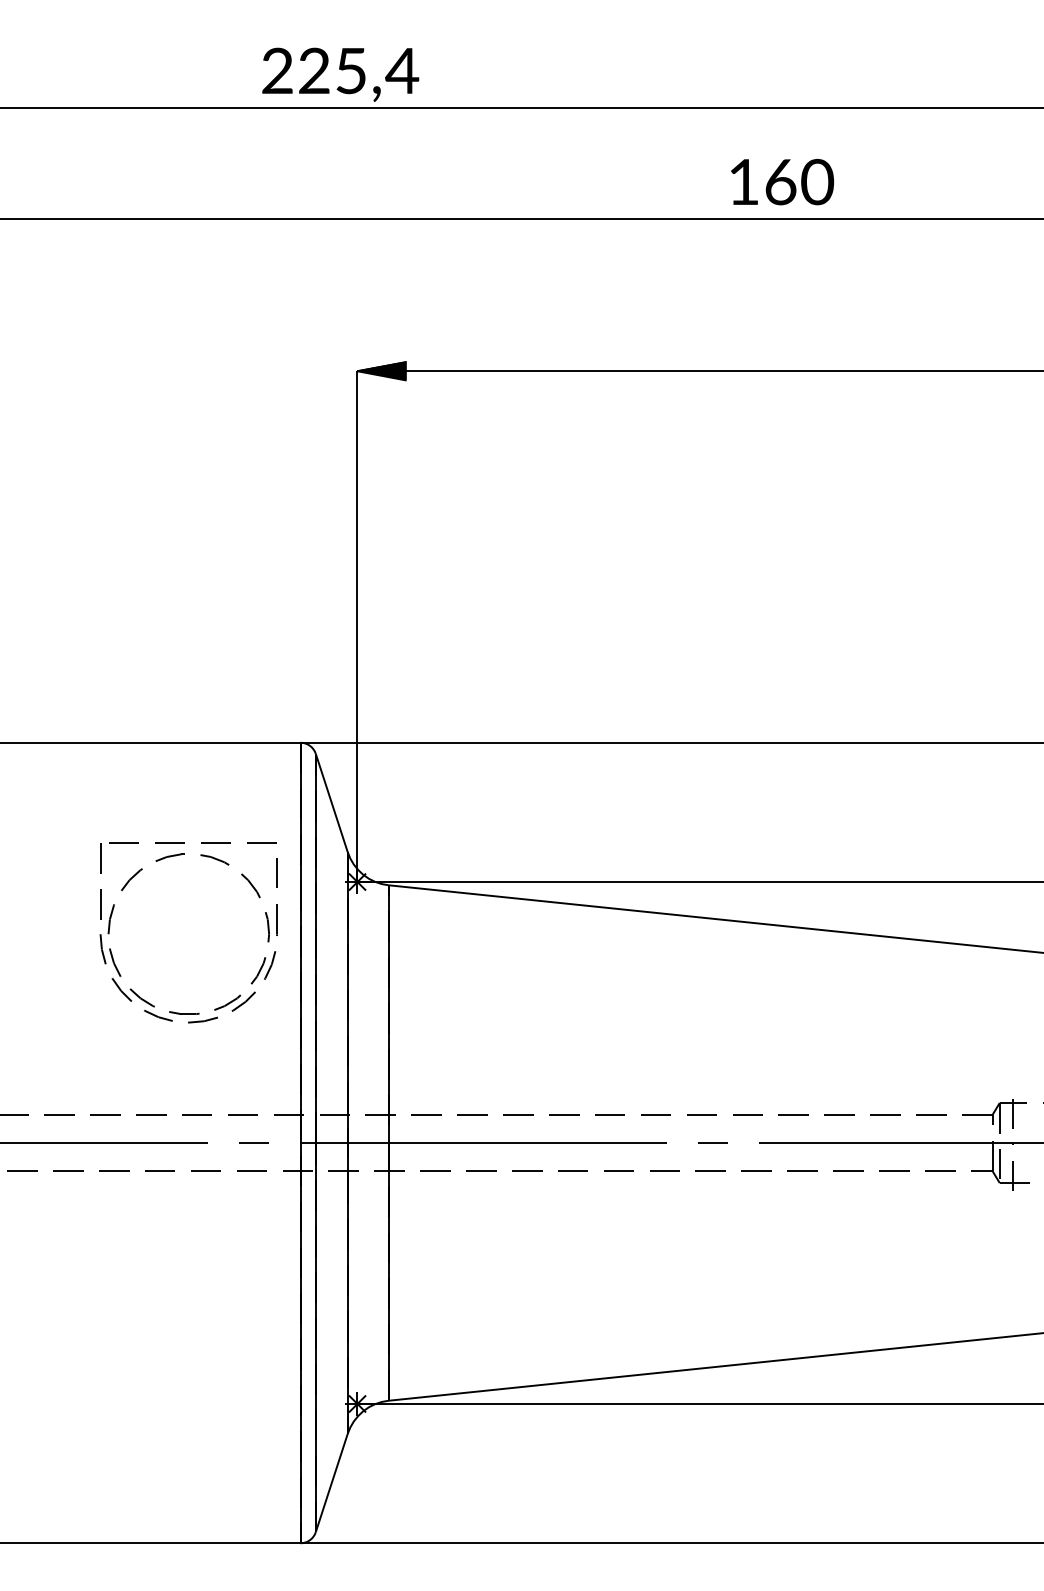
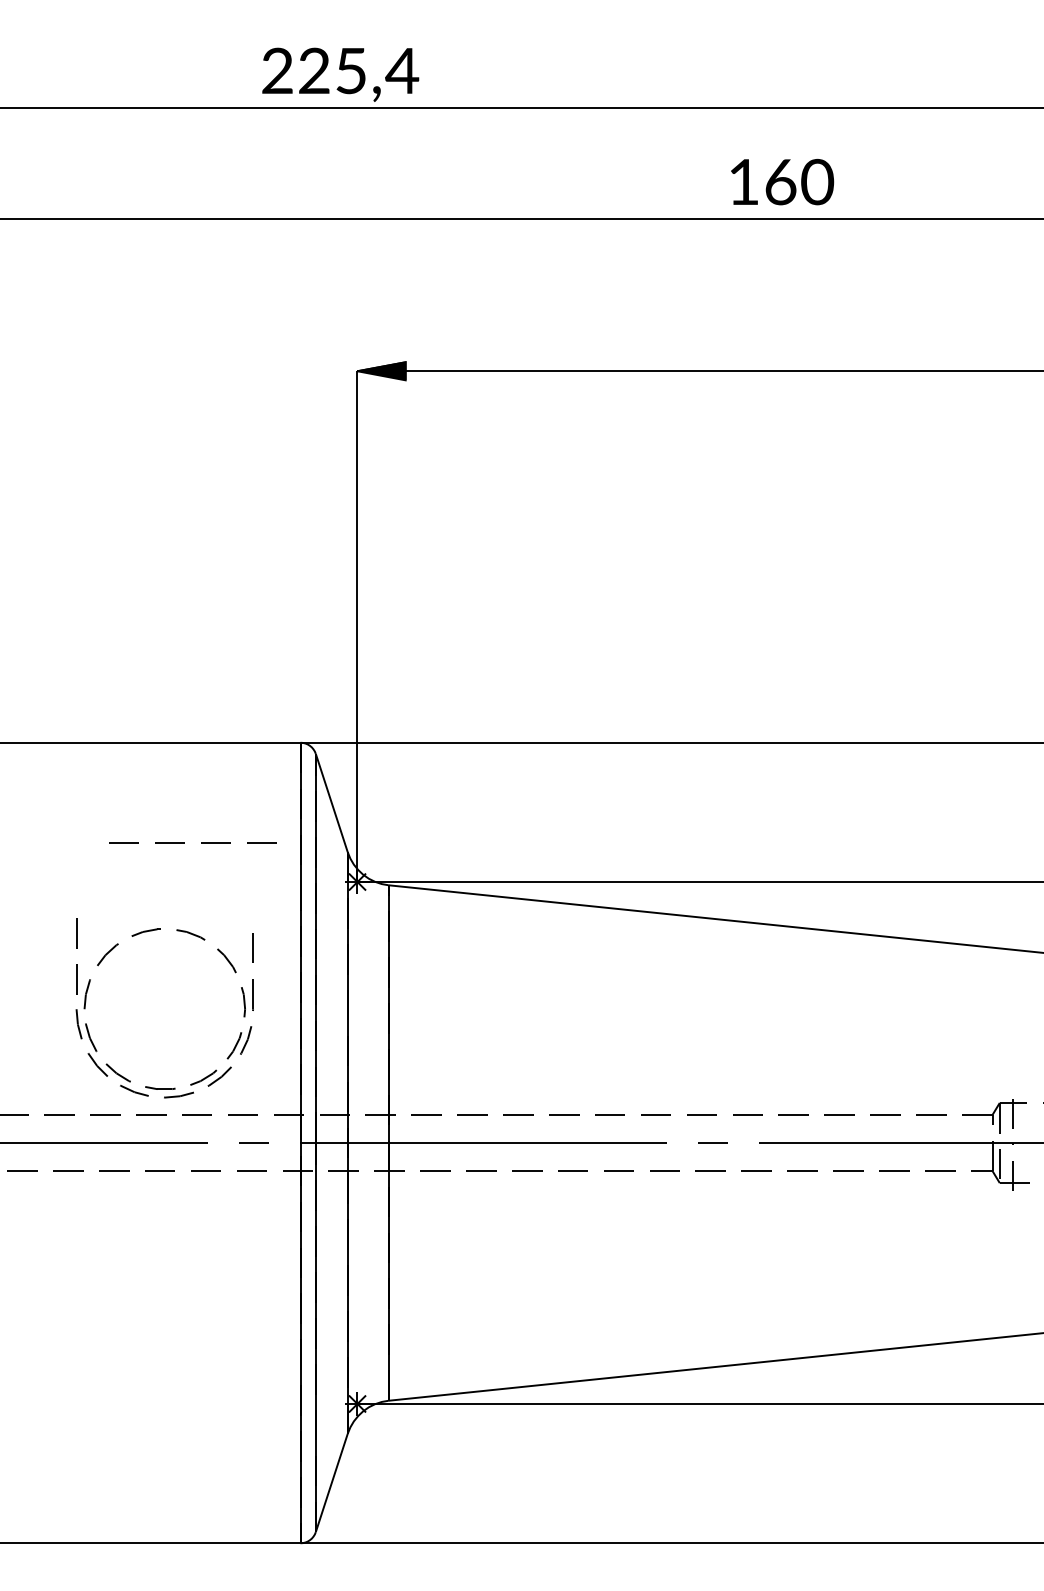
part at (161, 860) position: (161, 860) -> (137, 935)
